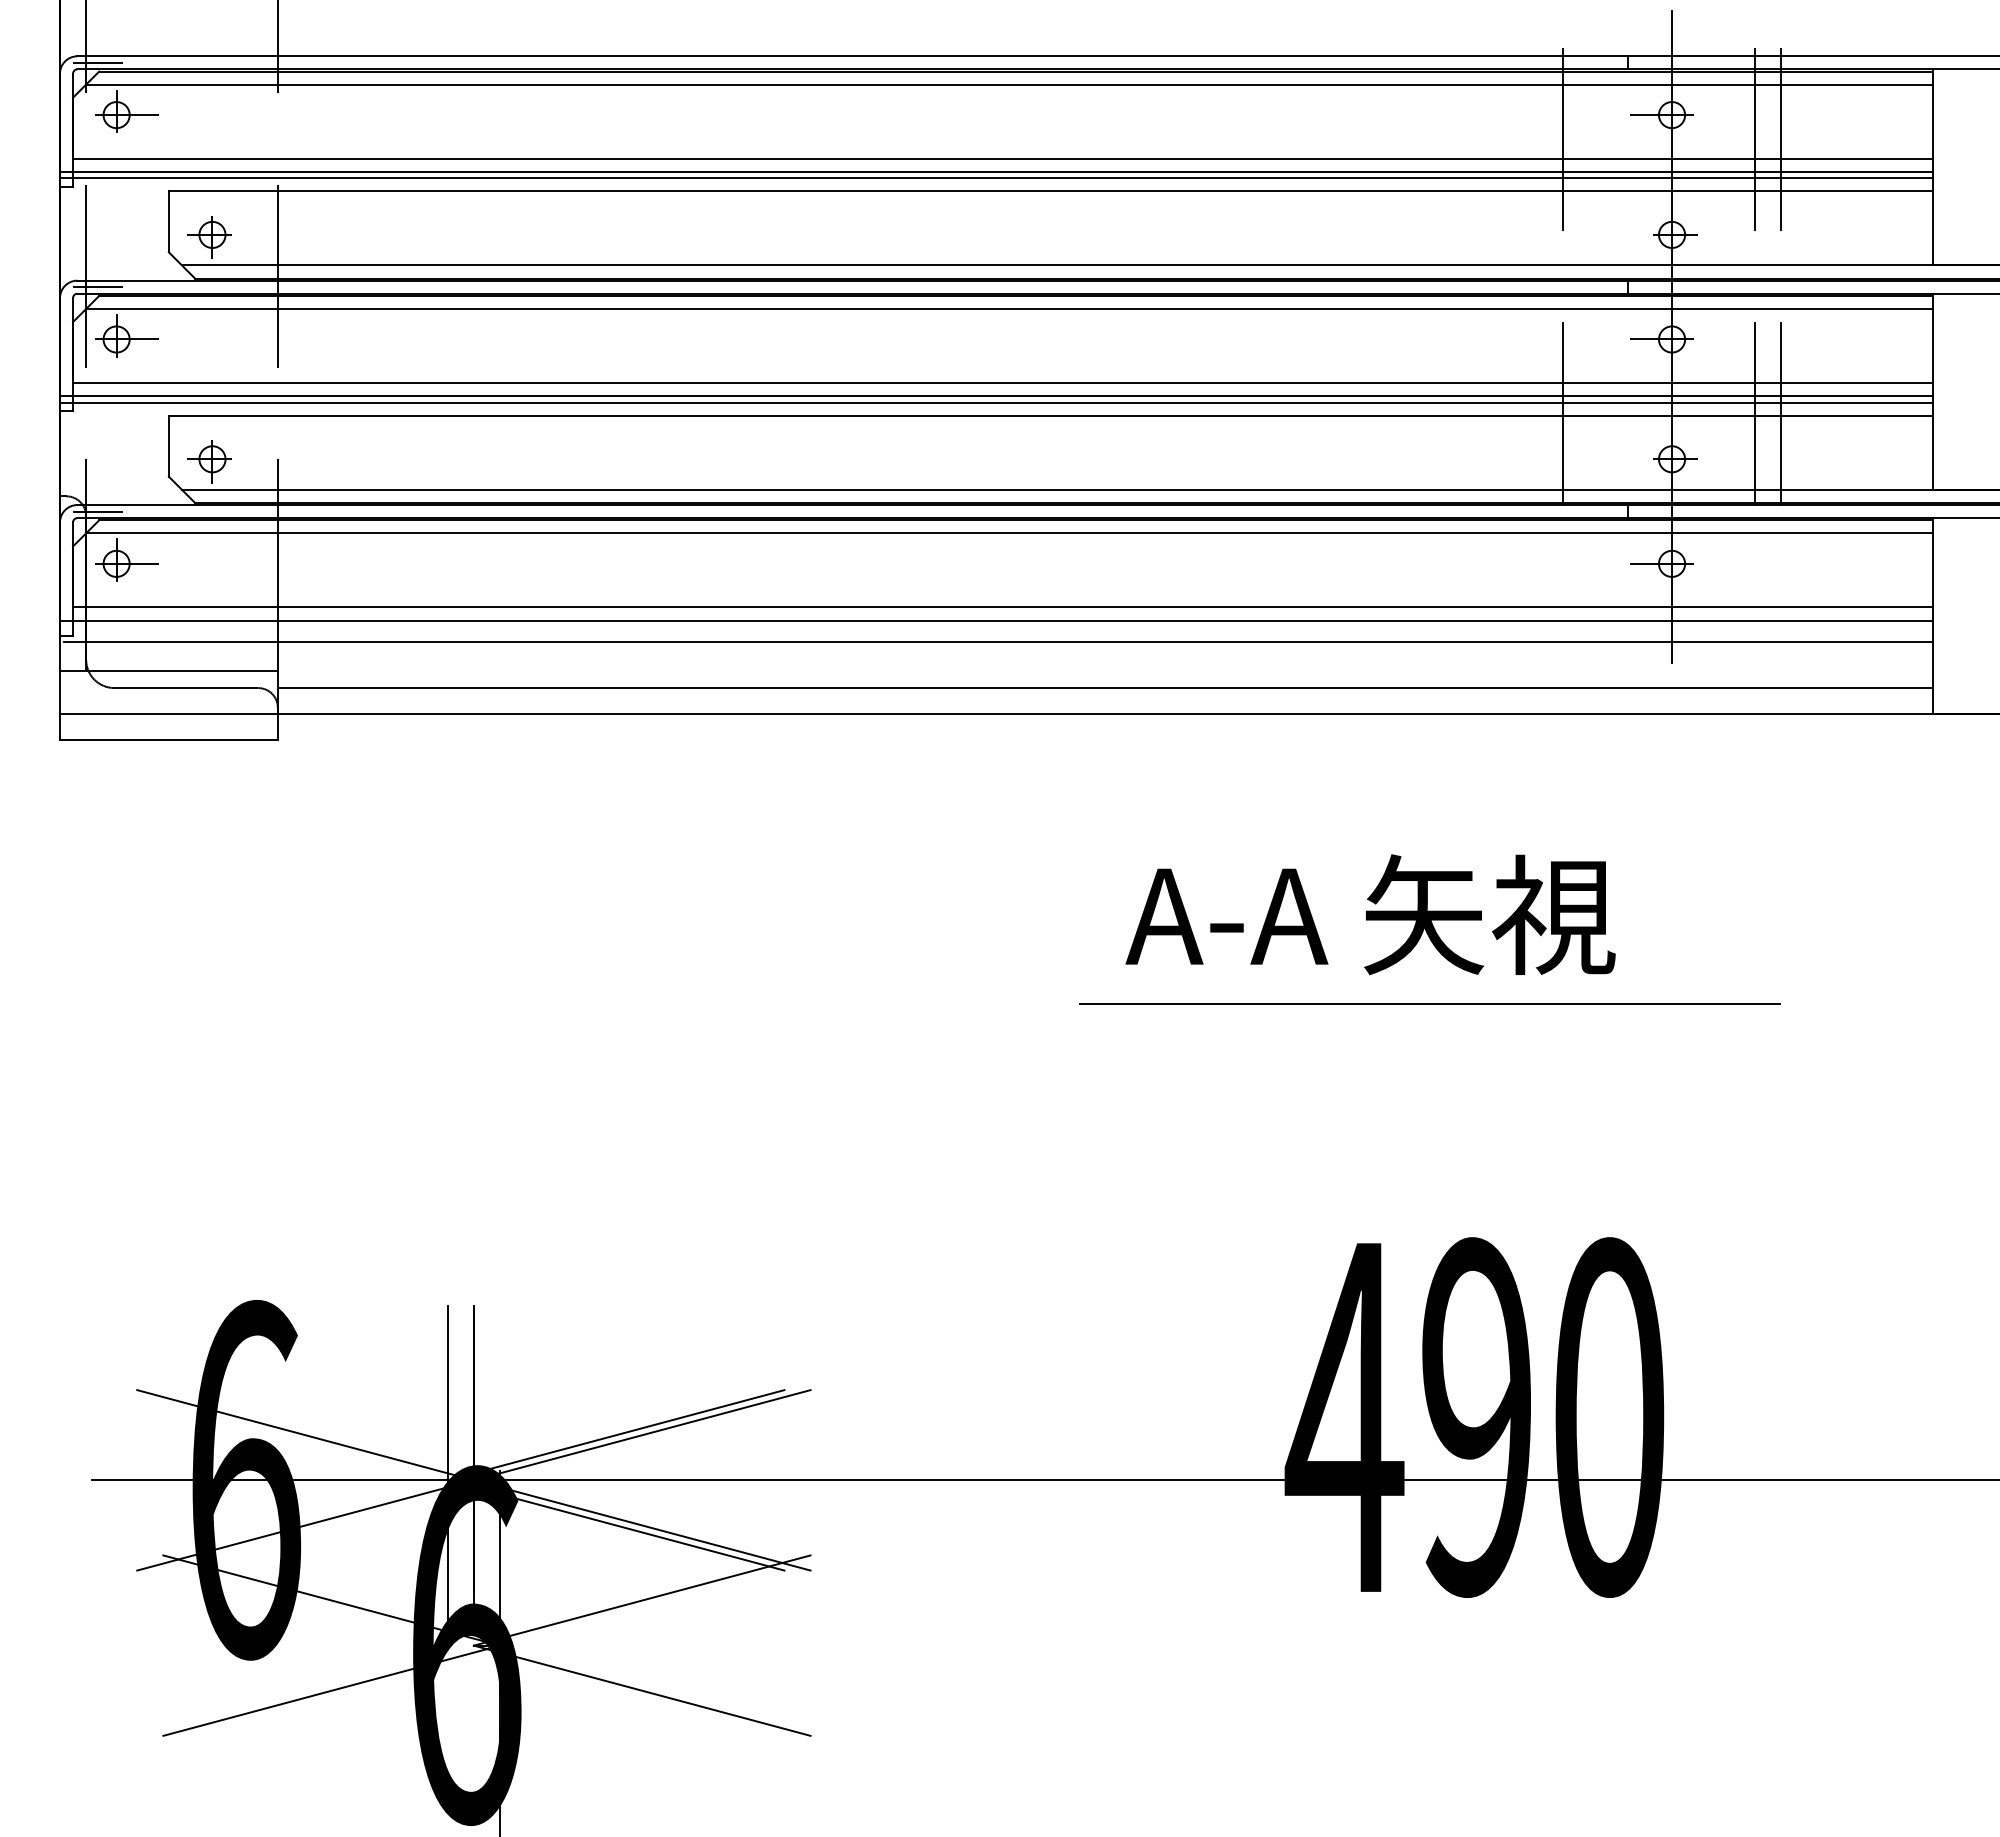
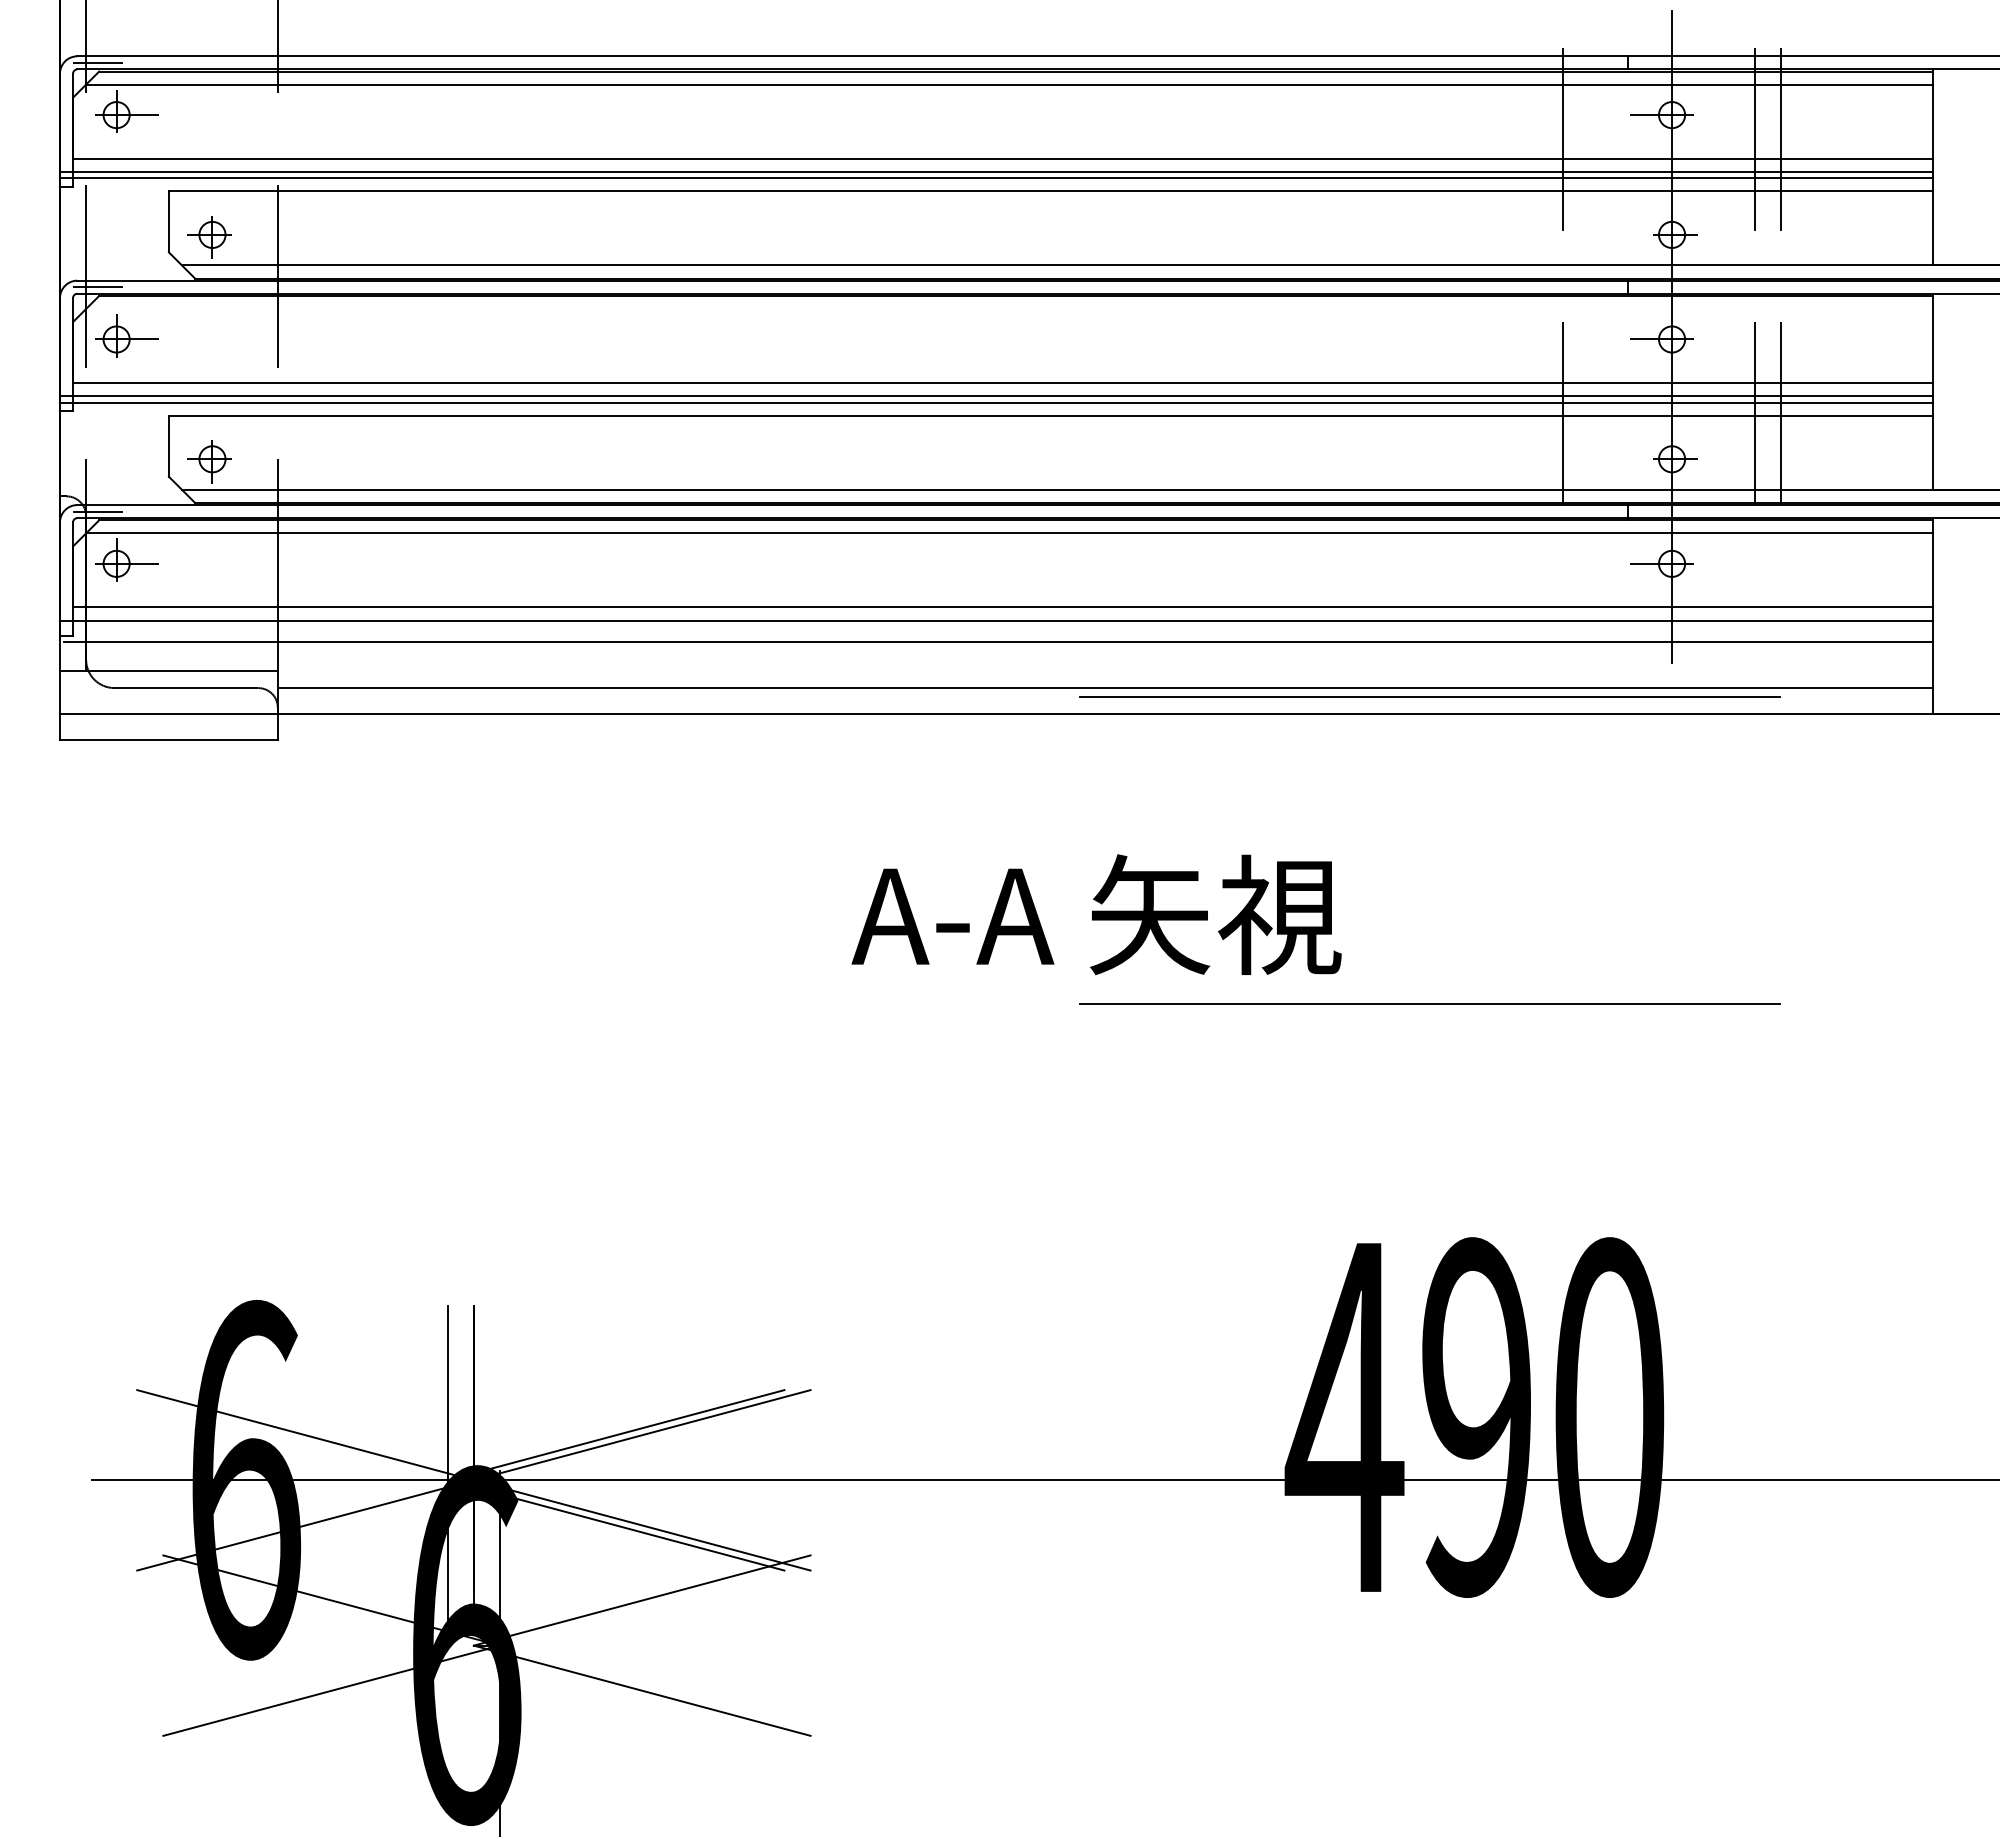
line at (1009, 309): present -> none
line at (1429, 696): none -> present
text at (1370, 914) position: (1370, 914) -> (1096, 914)
